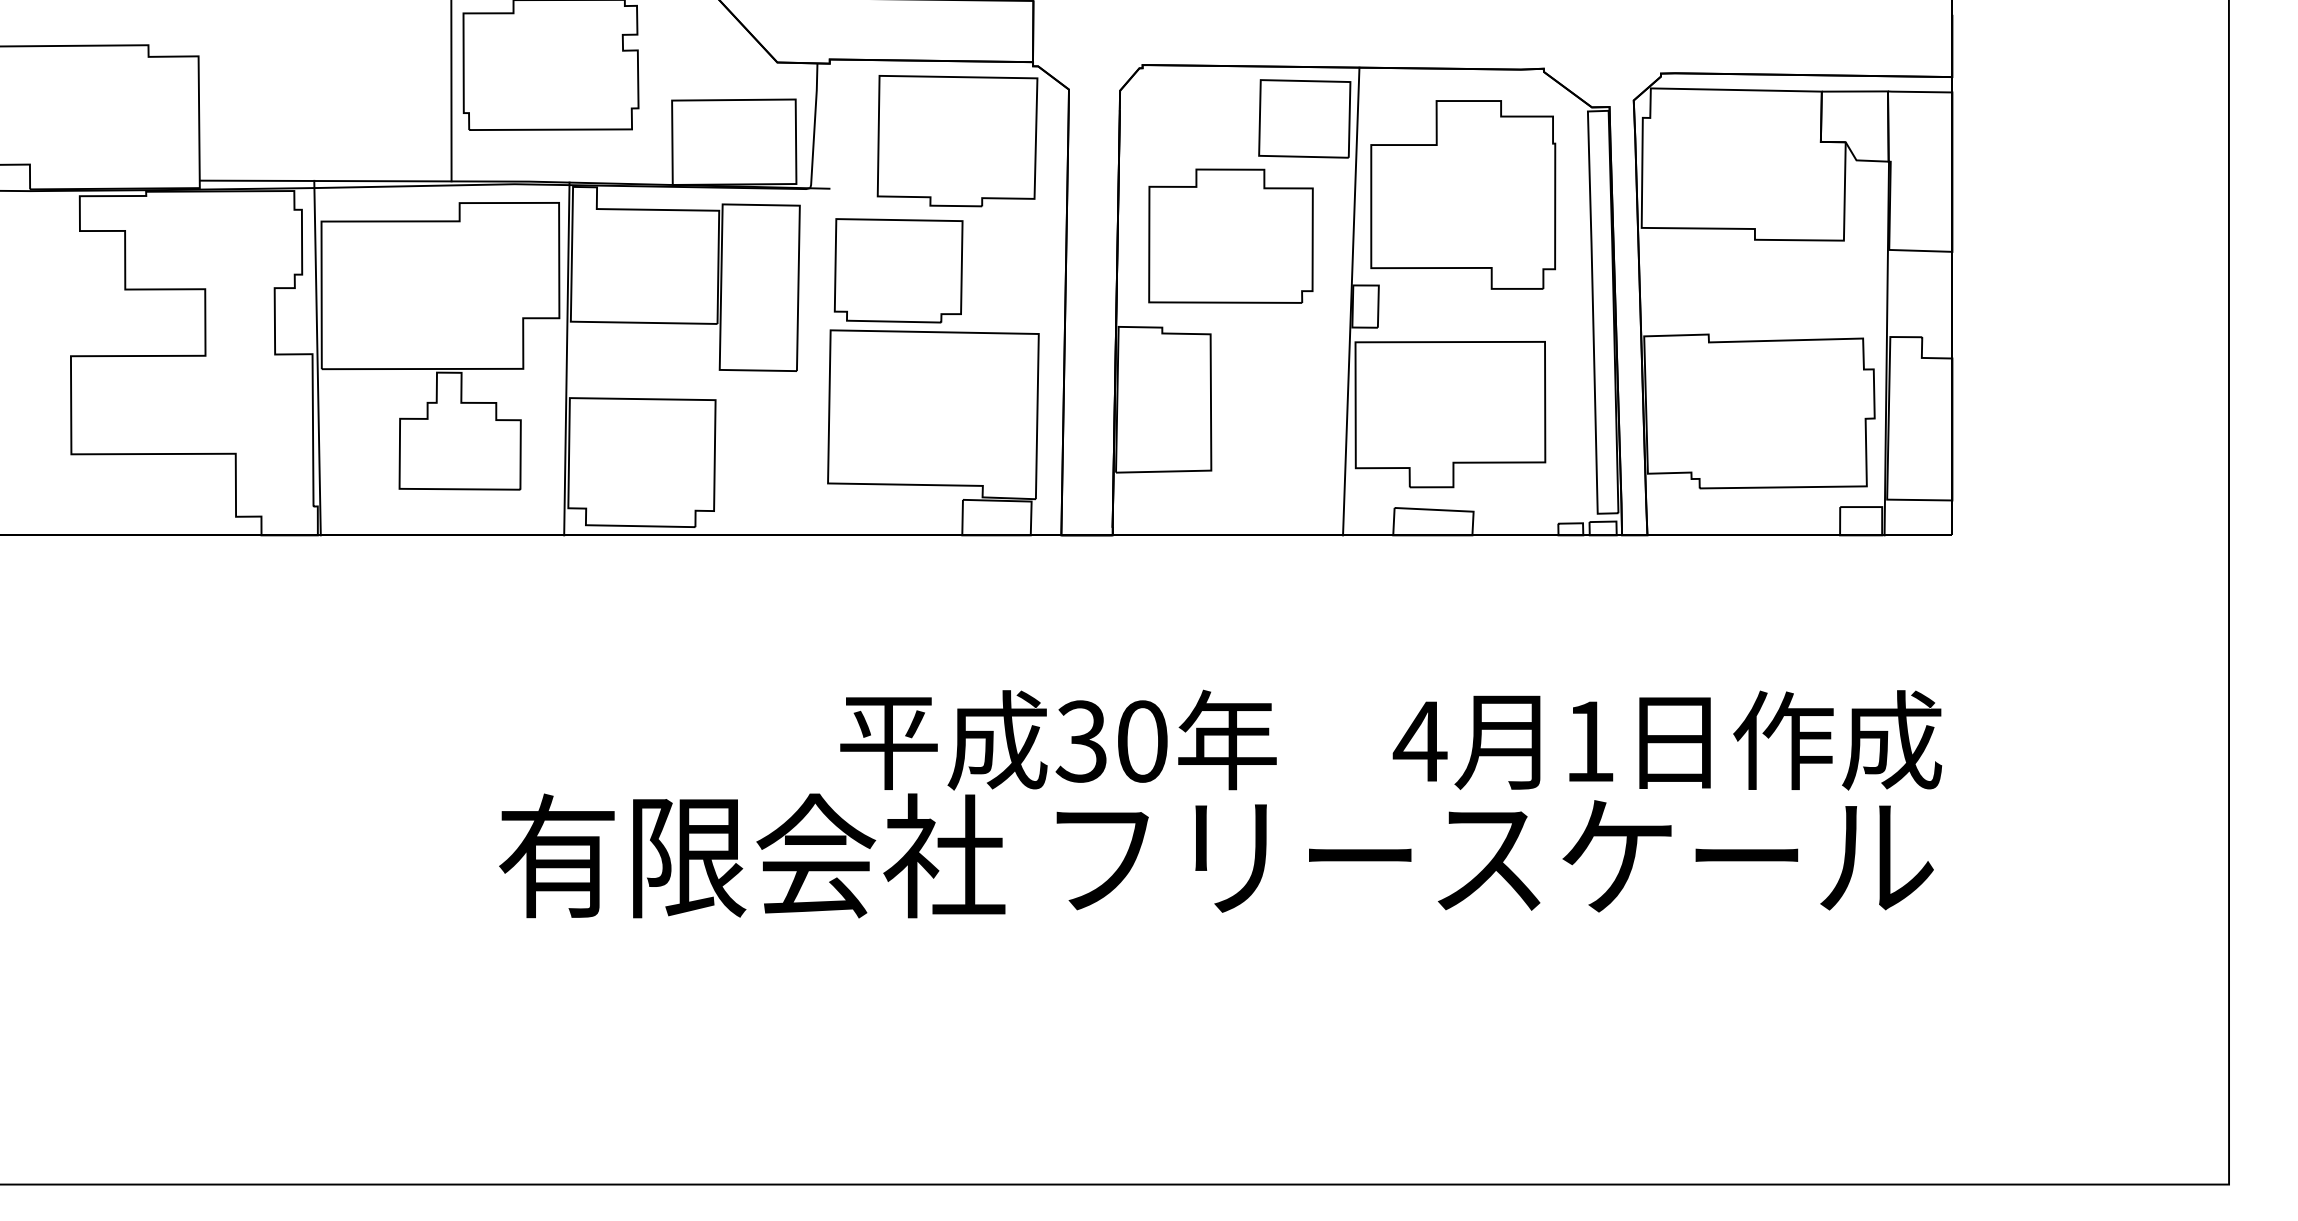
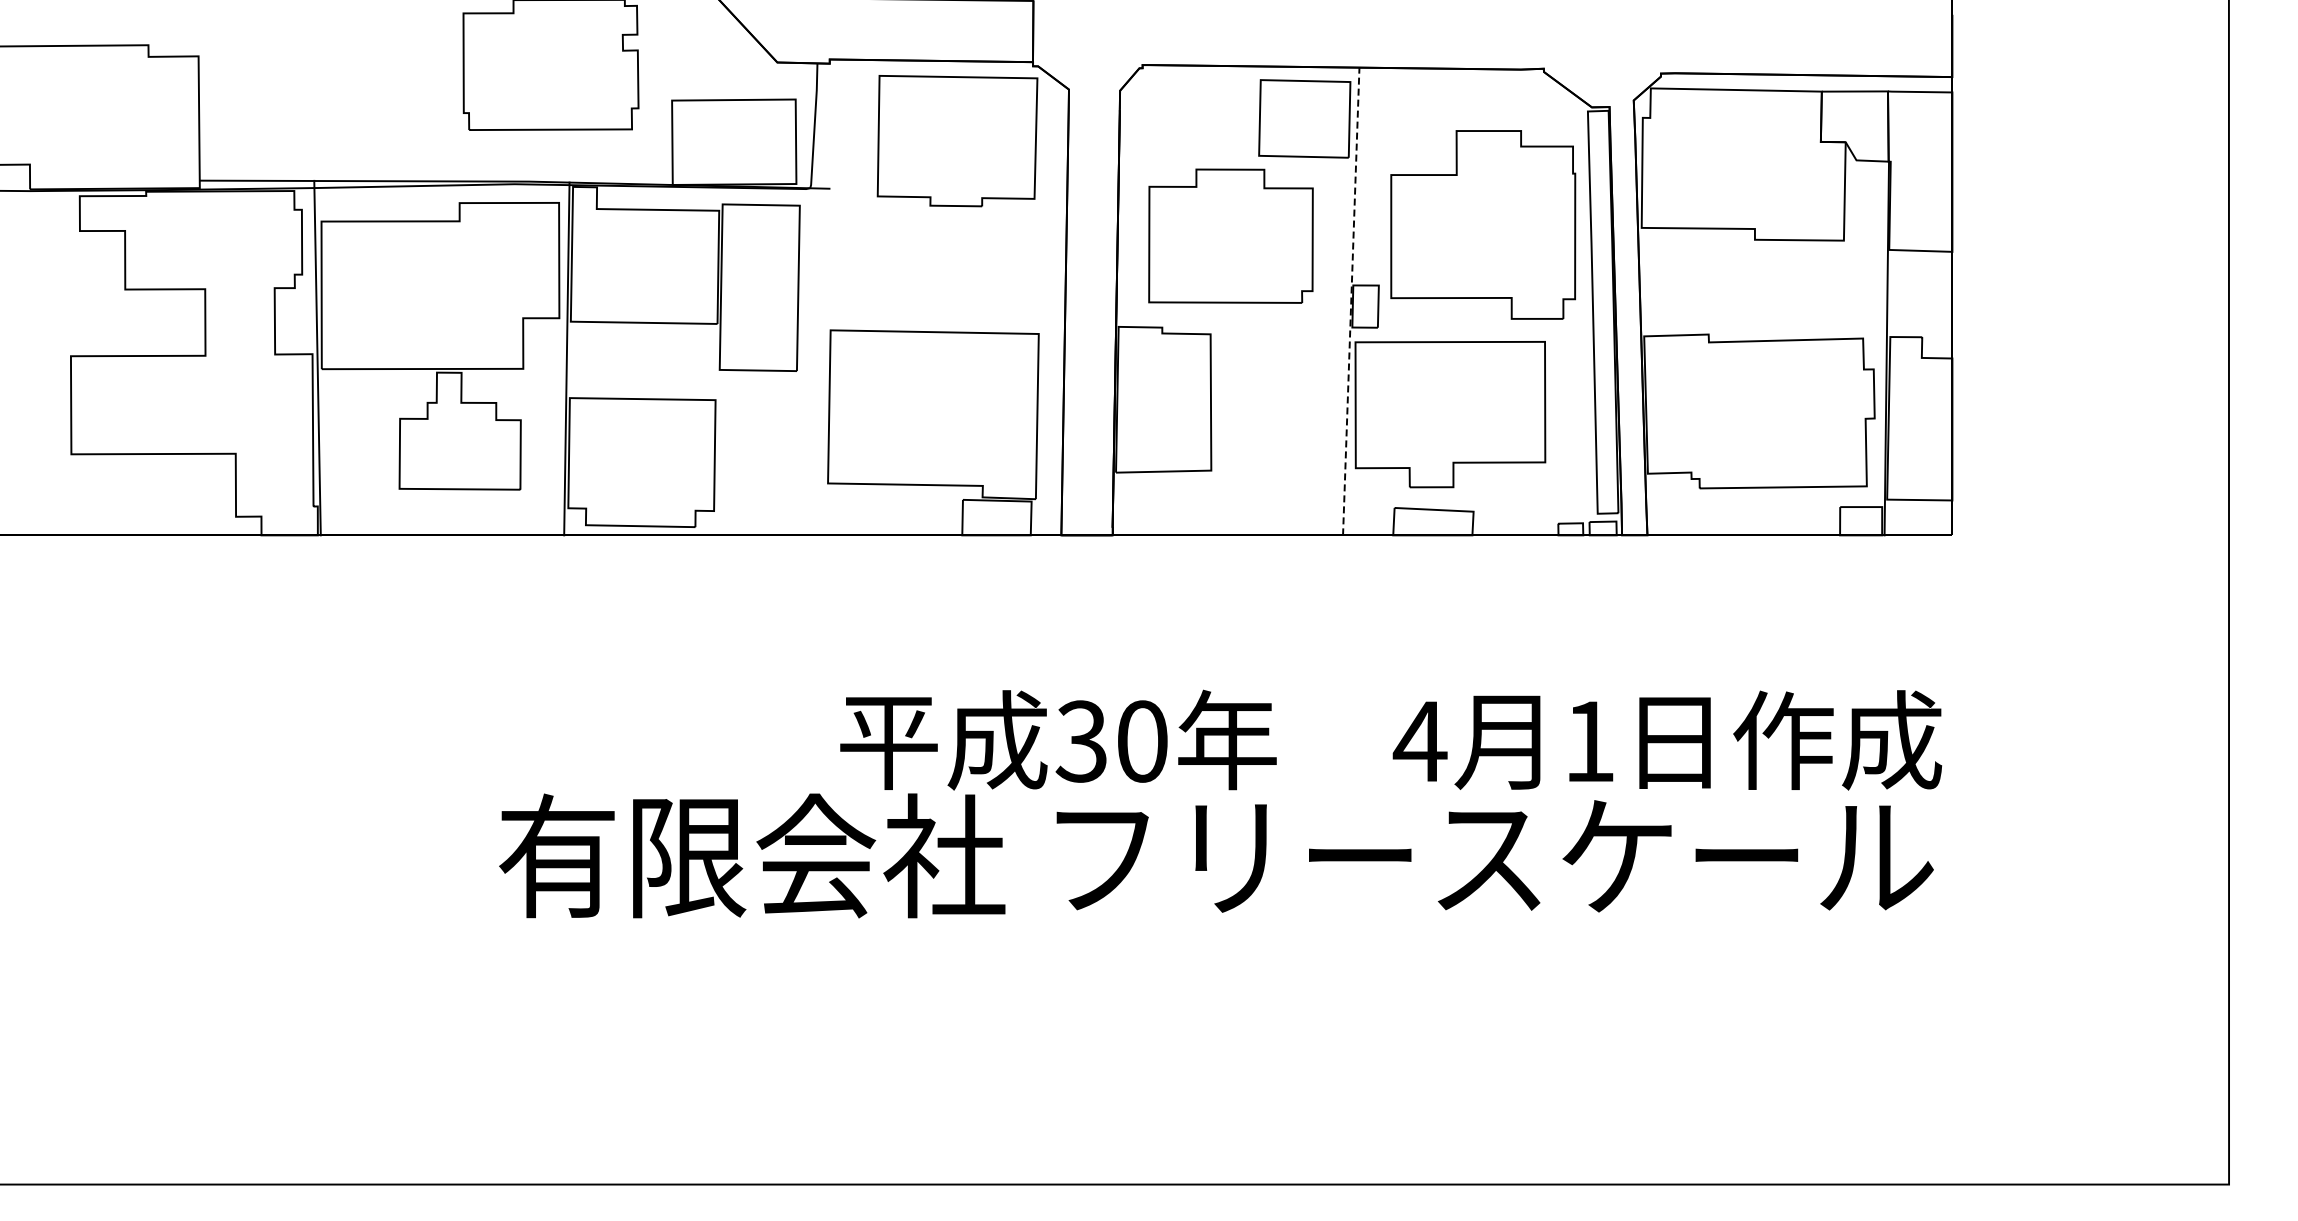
line at (451, 91): present -> none
part at (1463, 194) position: (1463, 194) -> (1483, 224)
part at (898, 270): present -> none
line at (1351, 301): solid -> dashed
